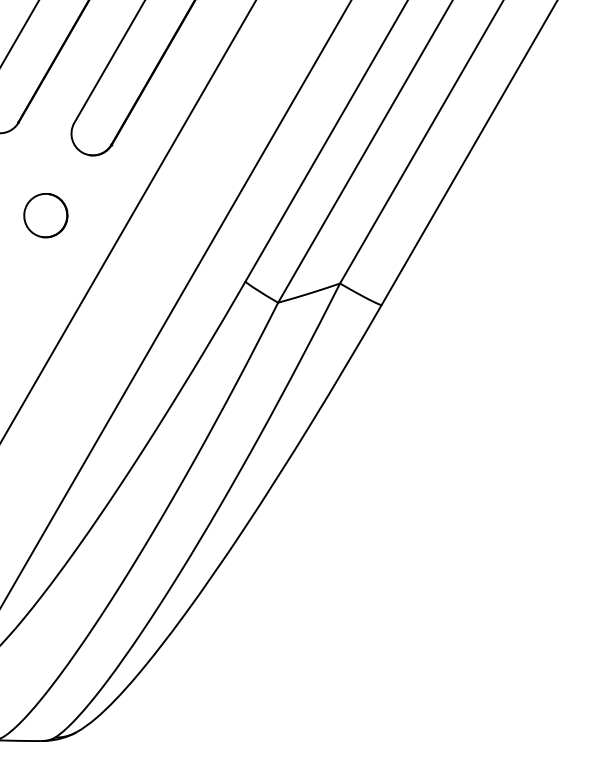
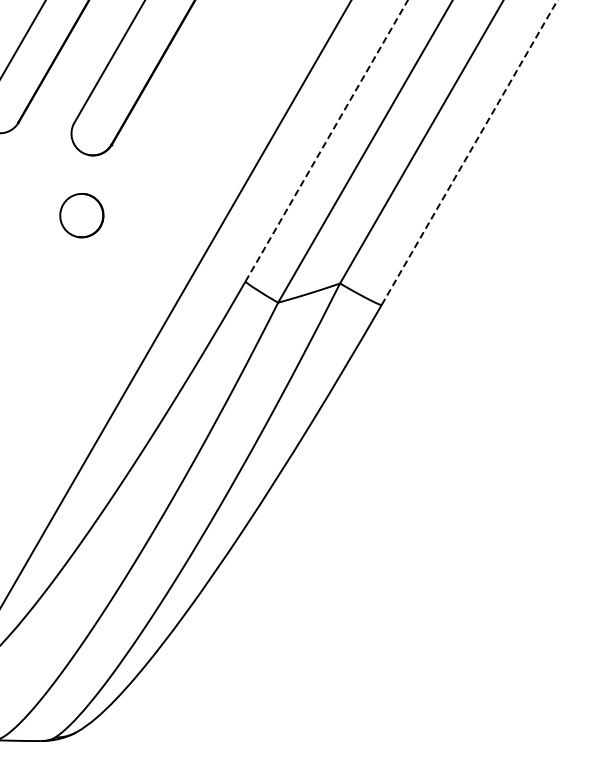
line at (19, 33) position: (19, 33) -> (23, 38)
line at (326, 140): solid -> dashed
line at (469, 152): solid -> dashed
part at (45, 215) position: (45, 215) -> (81, 215)
line at (128, 221): present -> none
